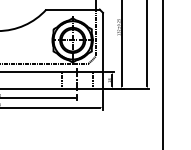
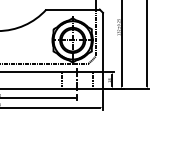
line at (162, 74): present -> none
